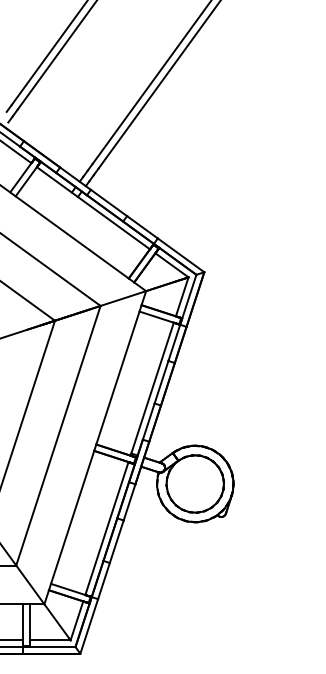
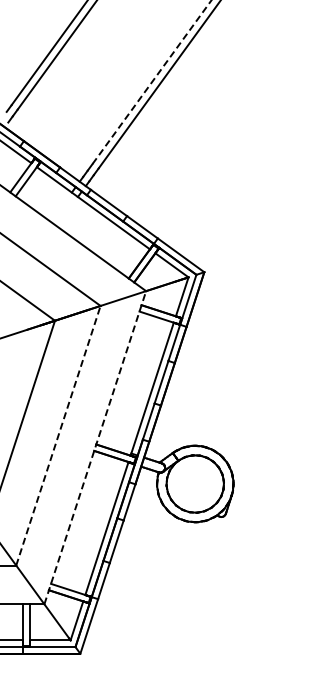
line at (151, 82): solid -> dashed
line at (58, 435): solid -> dashed
line at (95, 447): solid -> dashed
